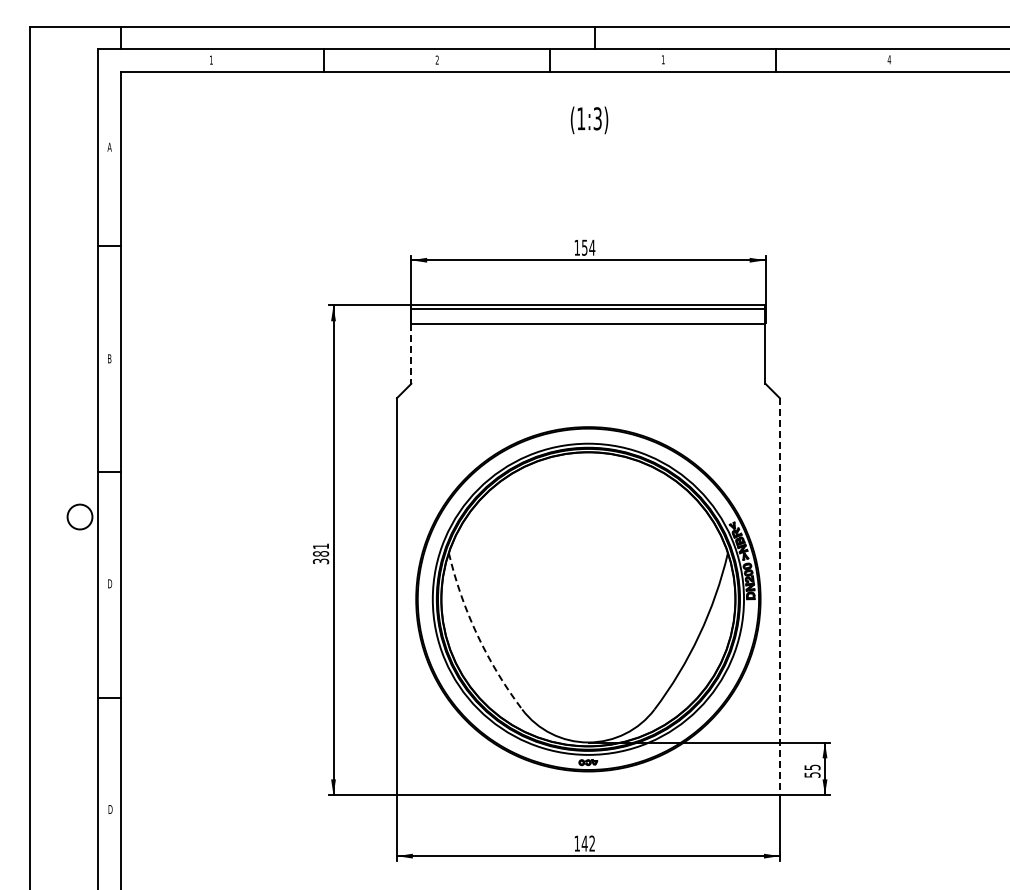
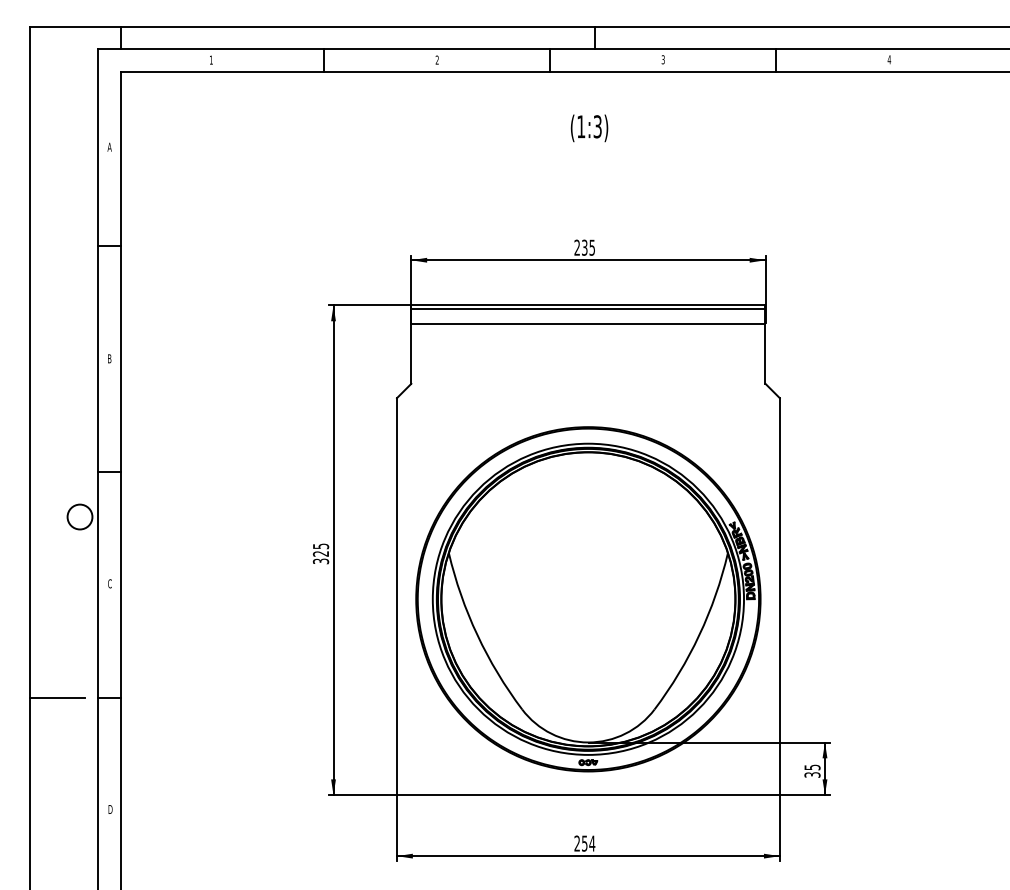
text at (662, 59): 1 -> 3
text at (589, 120) position: (589, 120) -> (589, 128)
text at (584, 247): 154 -> 235
line at (411, 354): dashed -> solid
text at (321, 549): 381 -> 325
text at (110, 583): D -> C
line at (779, 596): dashed -> solid
arc at (477, 635): dashed -> solid
line at (57, 697): none -> present
text at (811, 774): 55 -> 35
text at (584, 843): 142 -> 254
